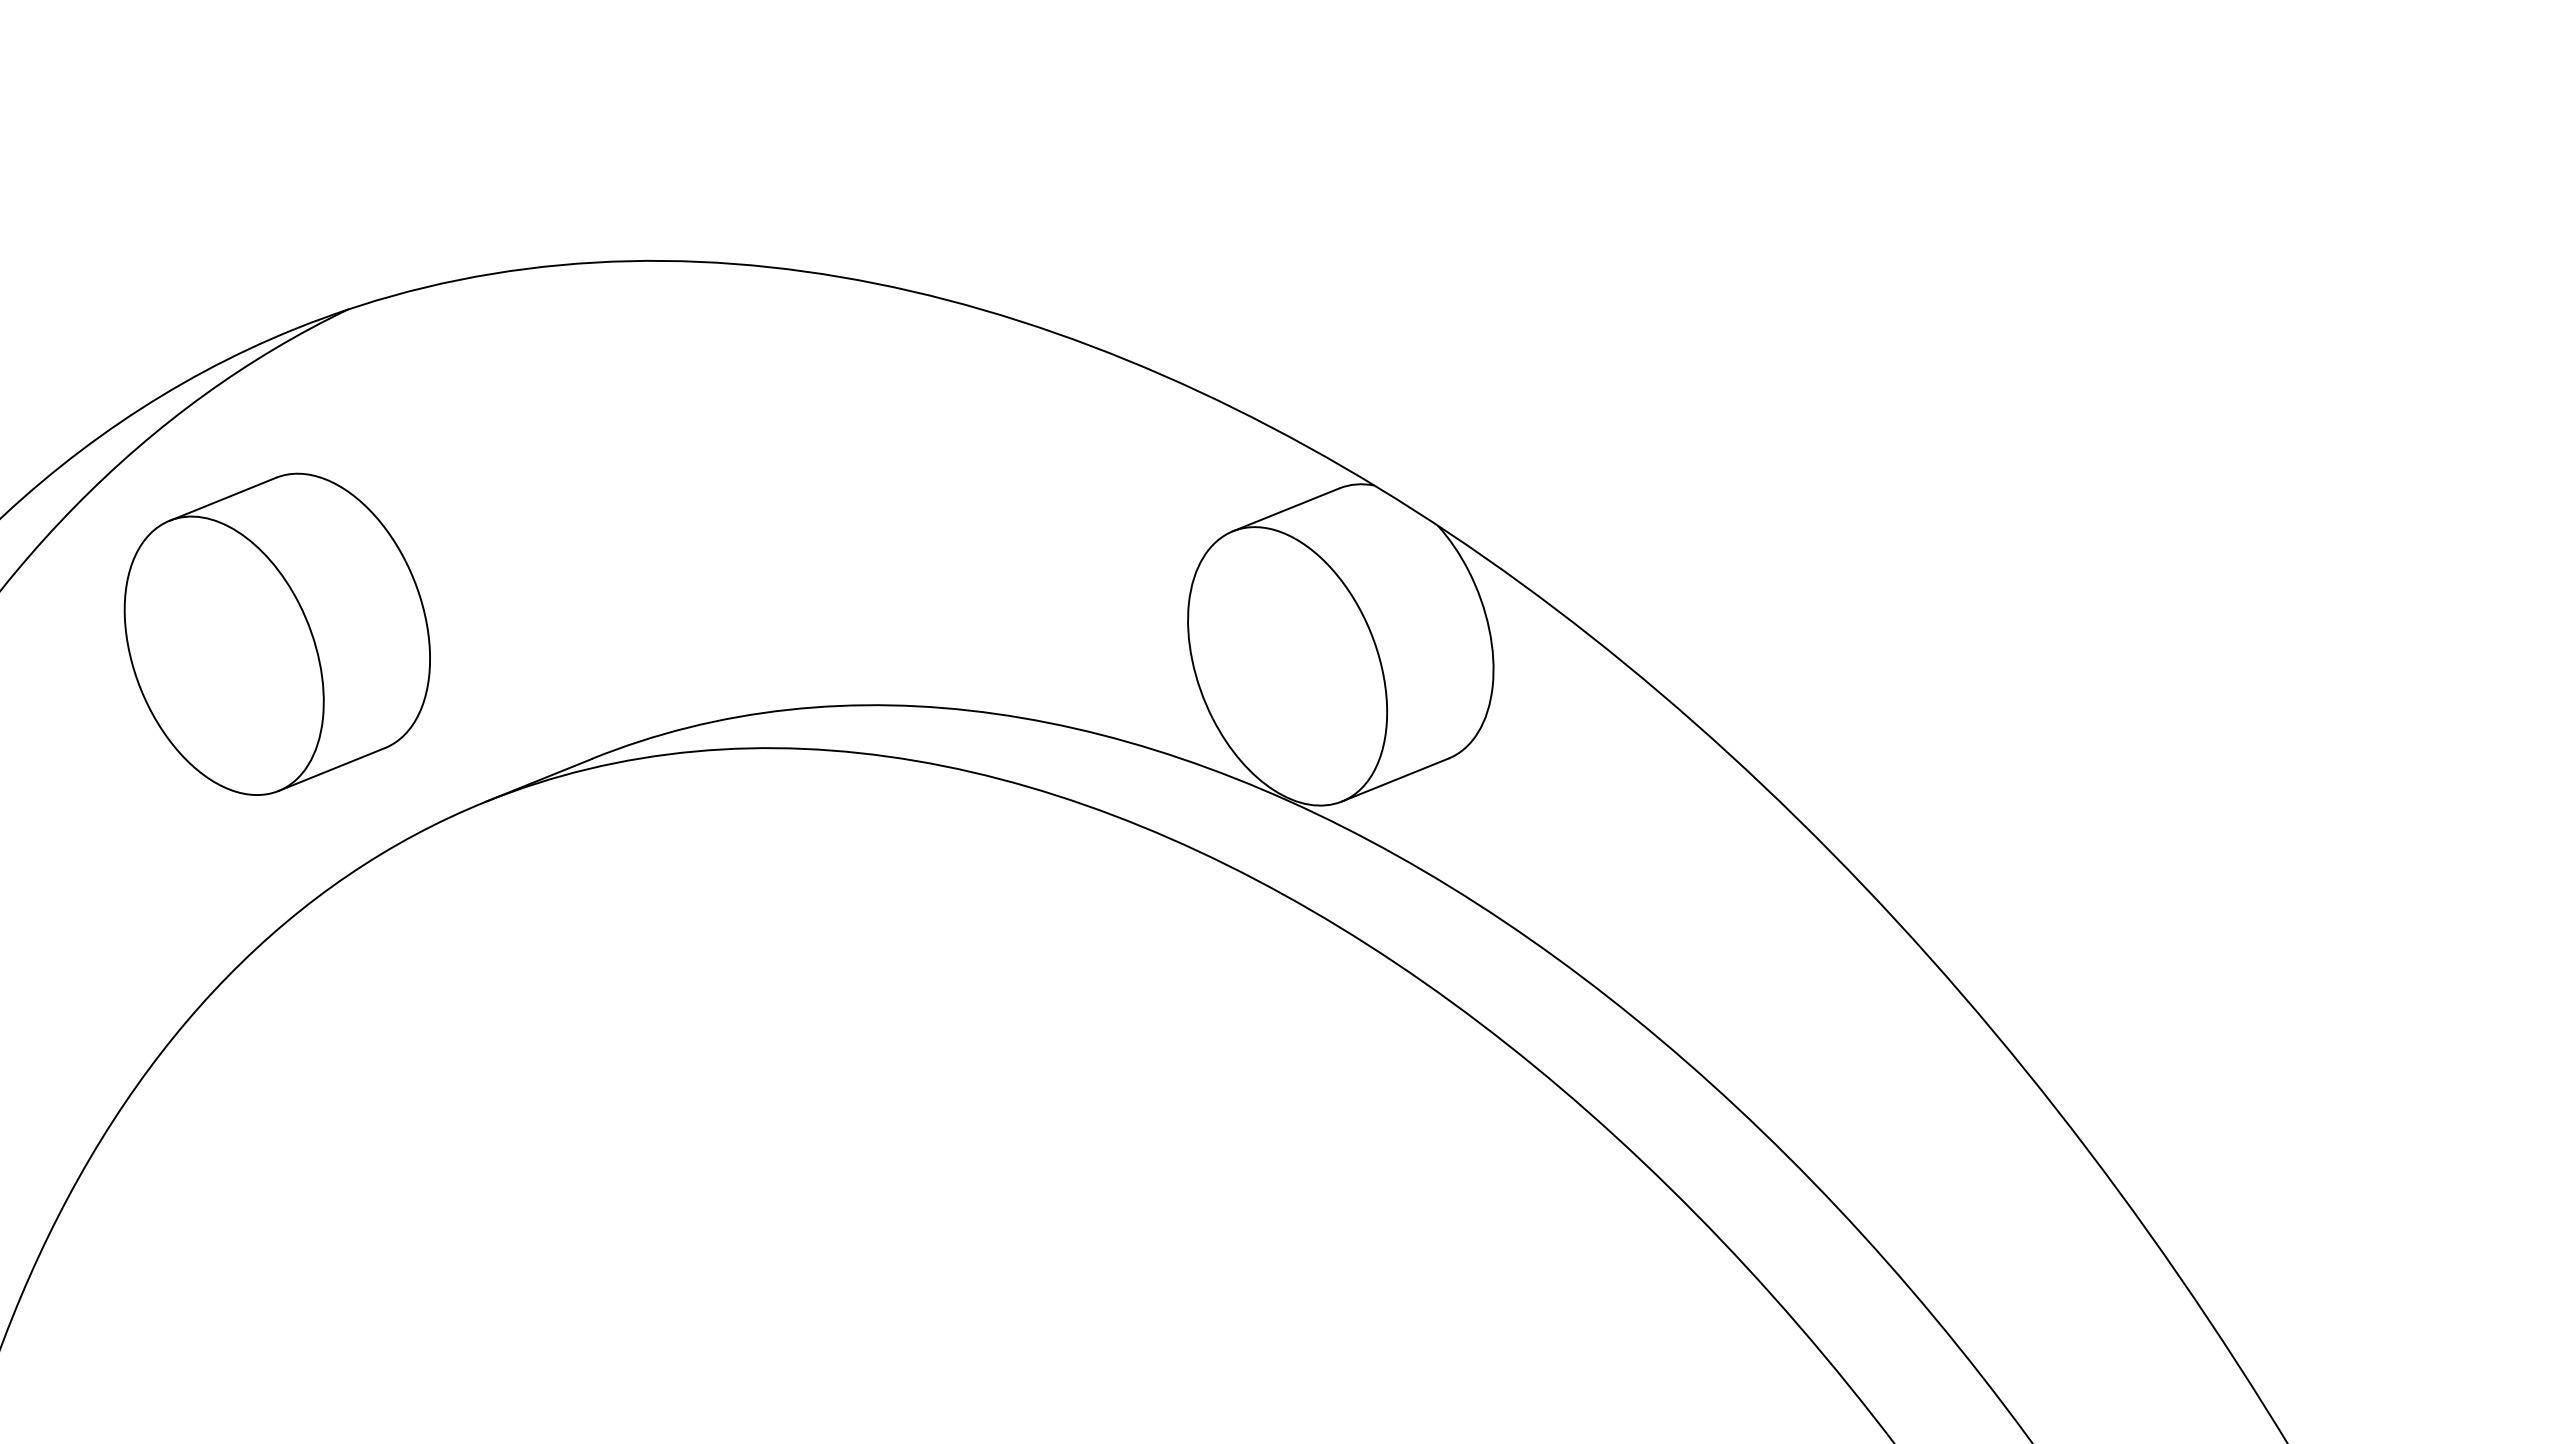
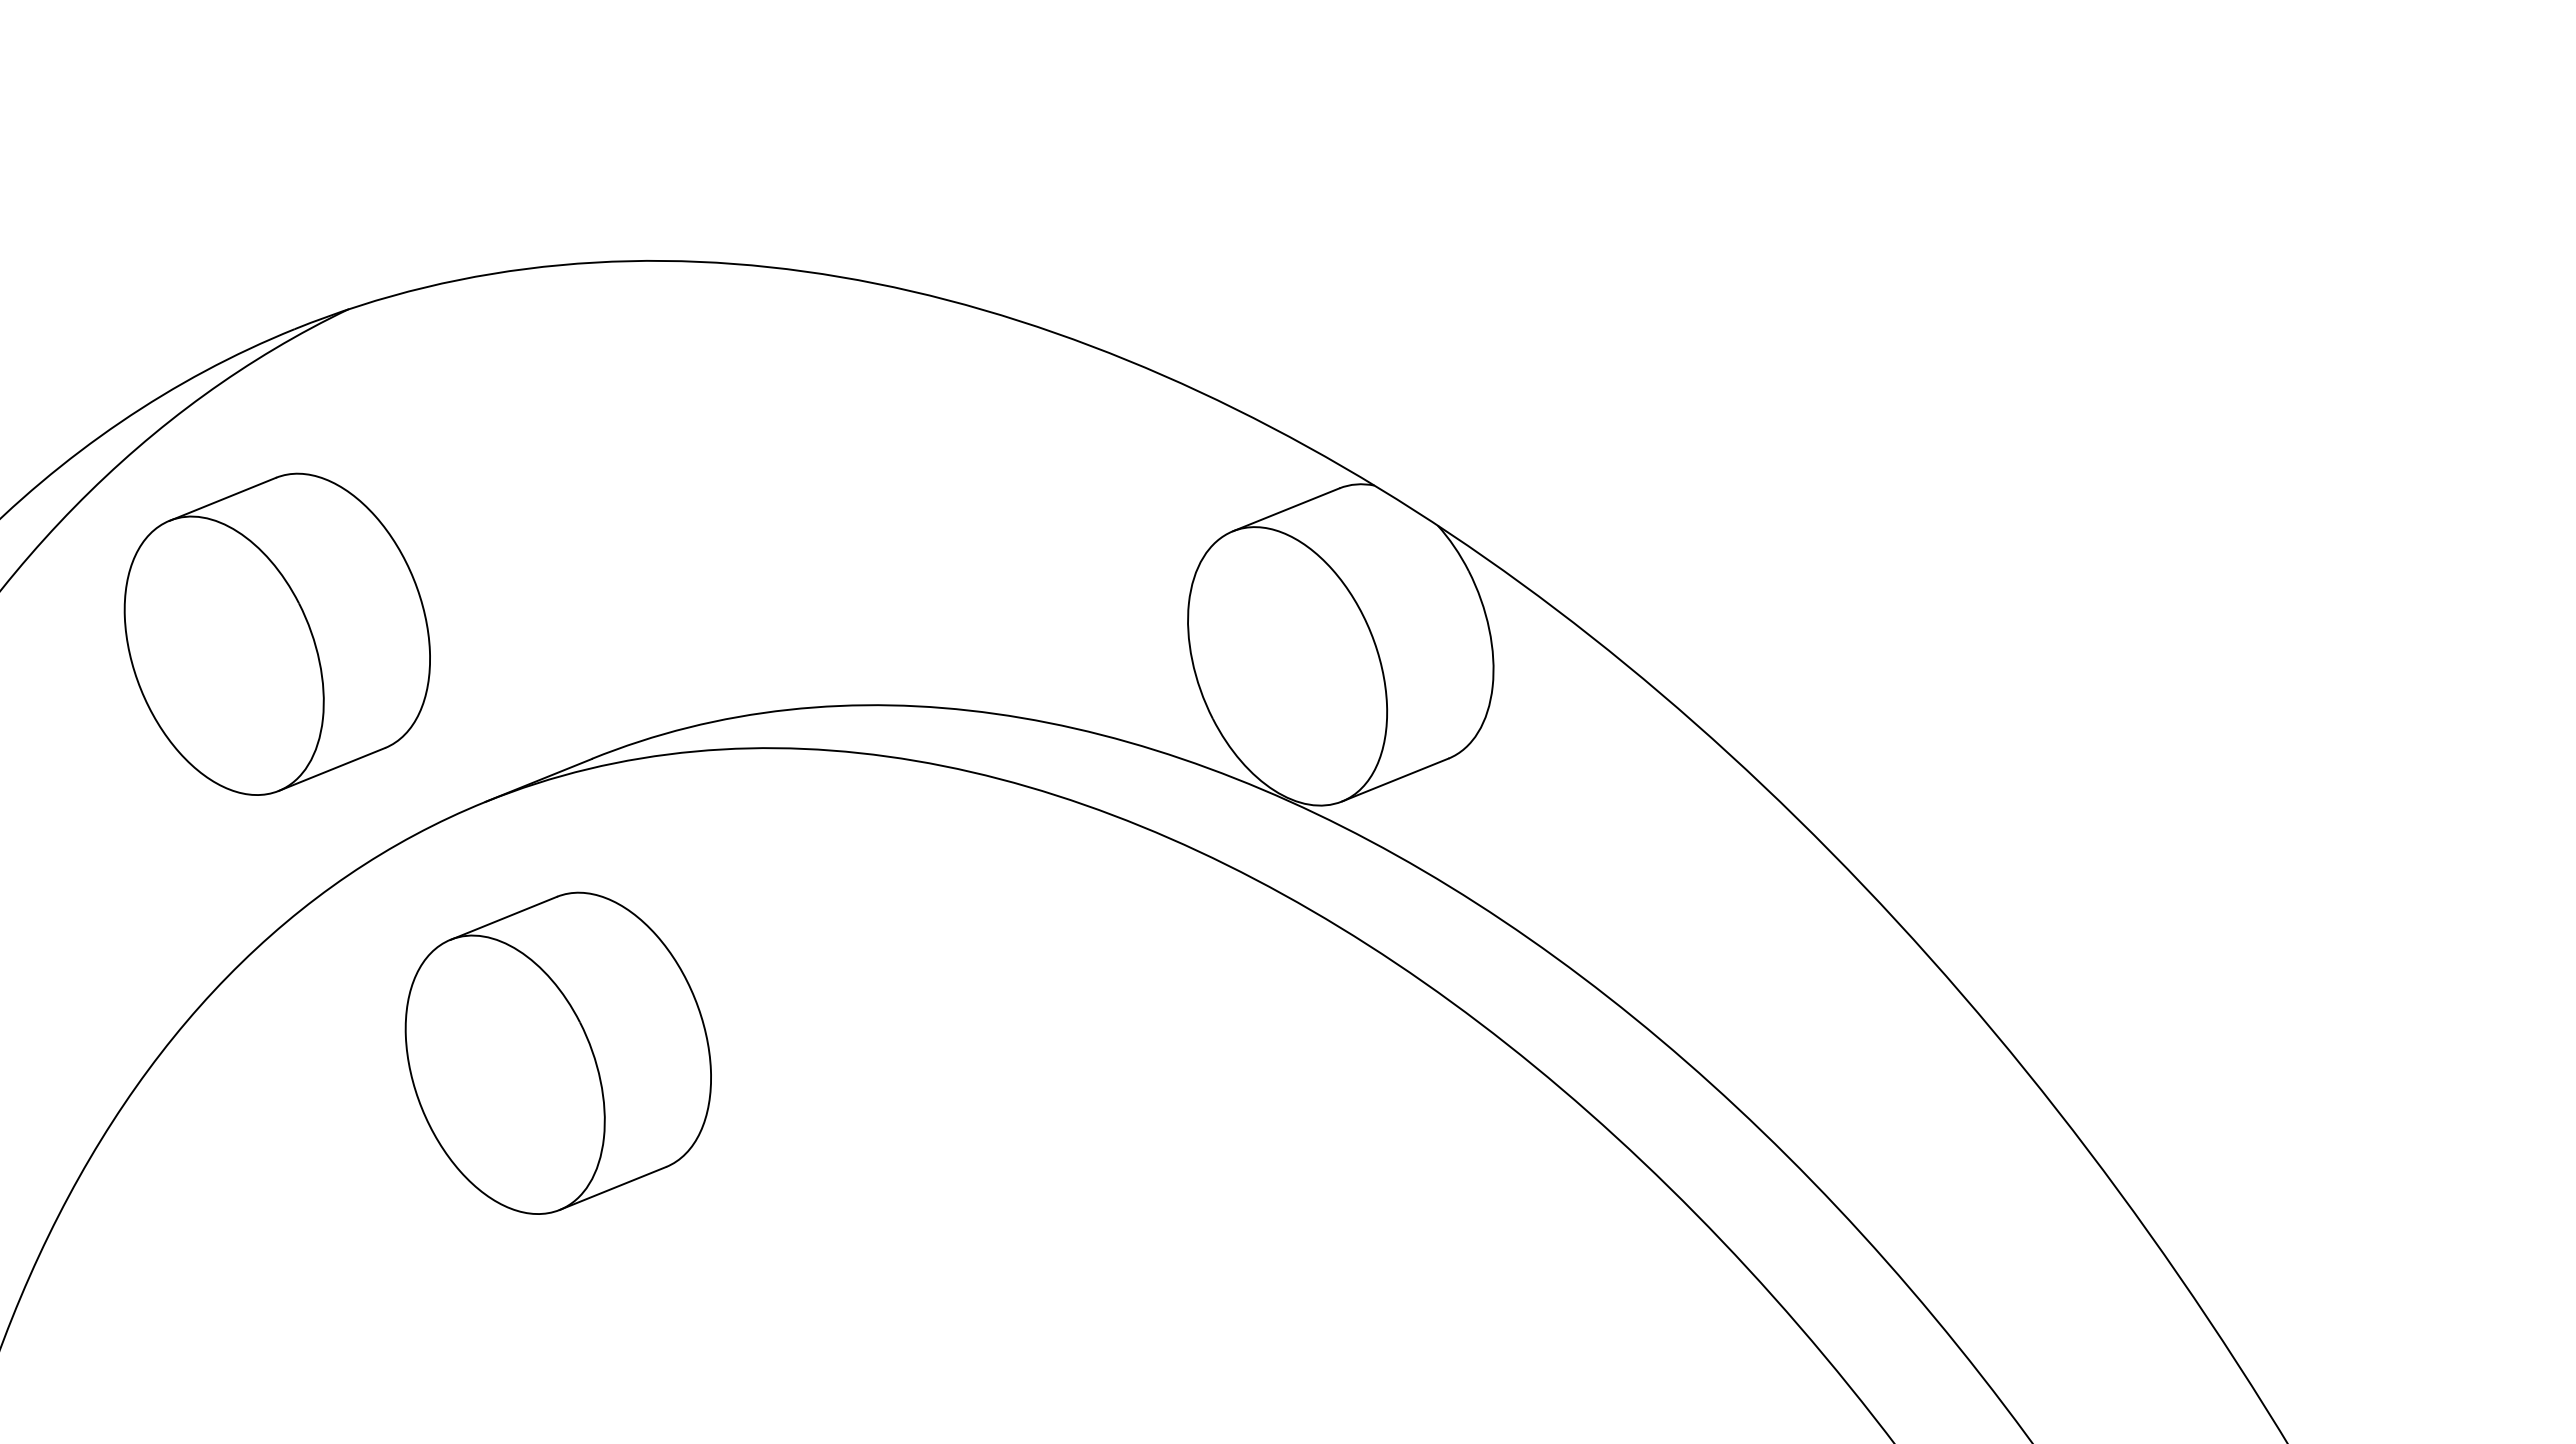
part at (557, 1052): none -> present
